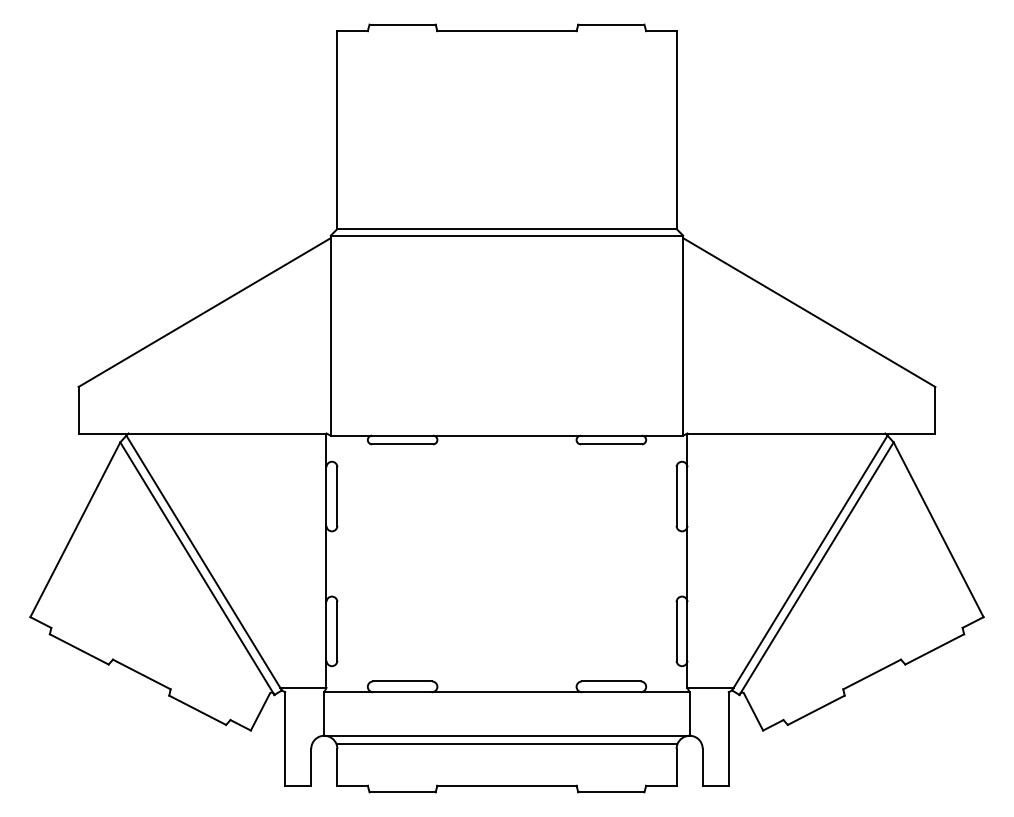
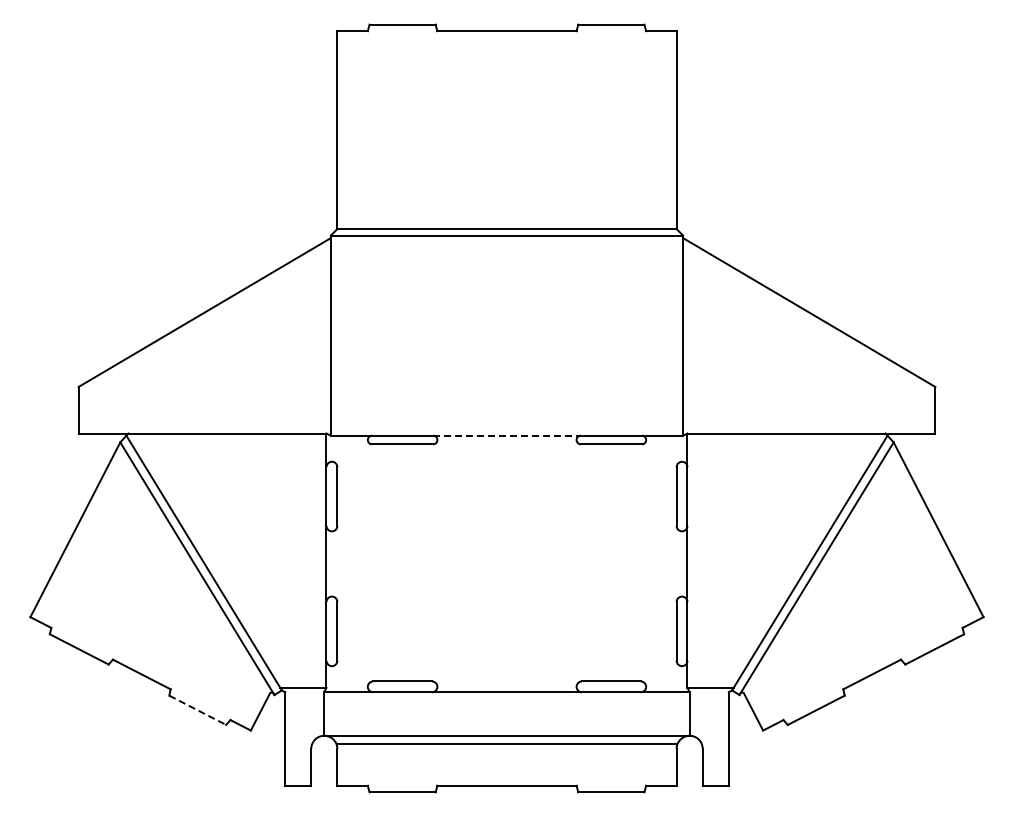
line at (507, 435): solid -> dashed
line at (197, 710): solid -> dashed
